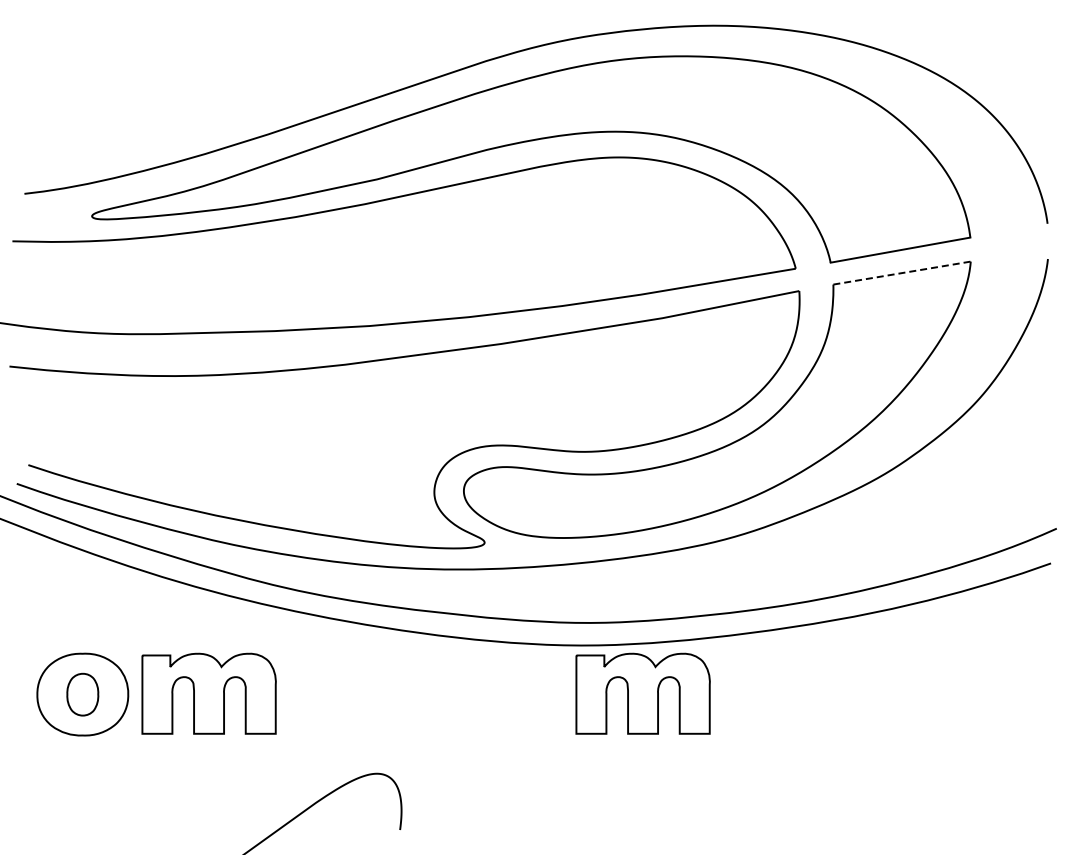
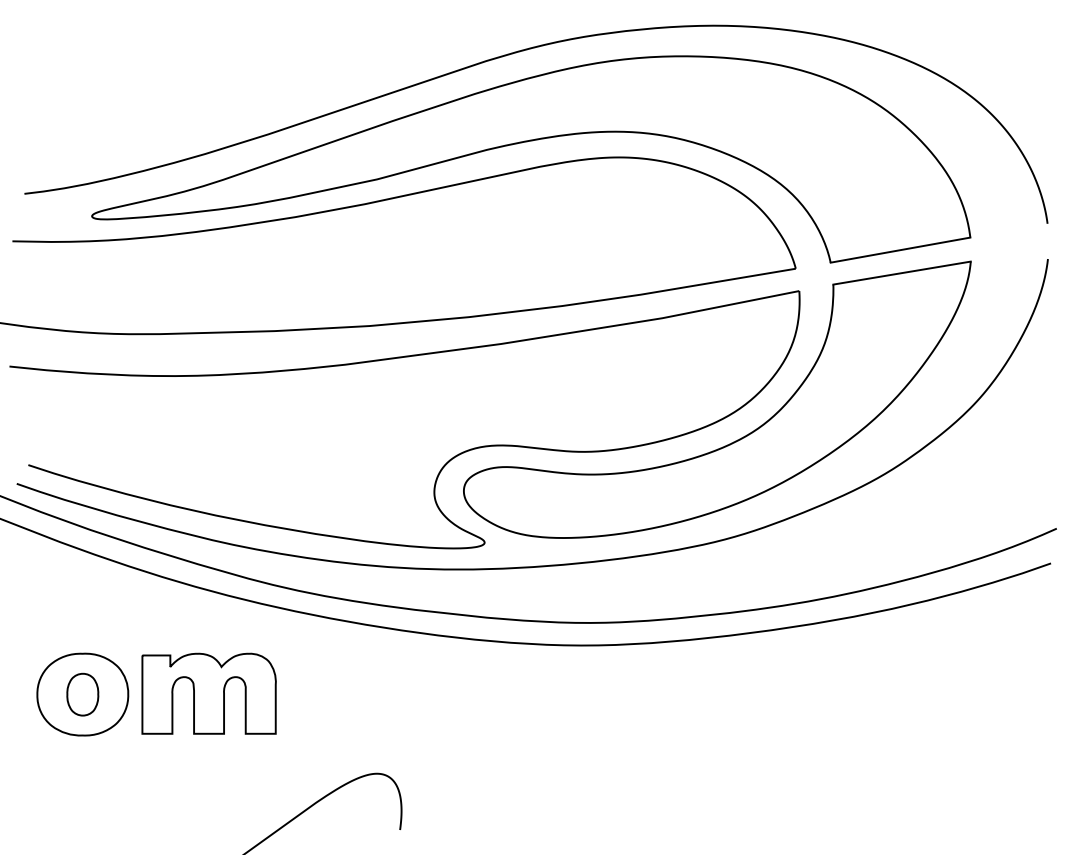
line at (902, 273): dashed -> solid
part at (642, 693): present -> none
